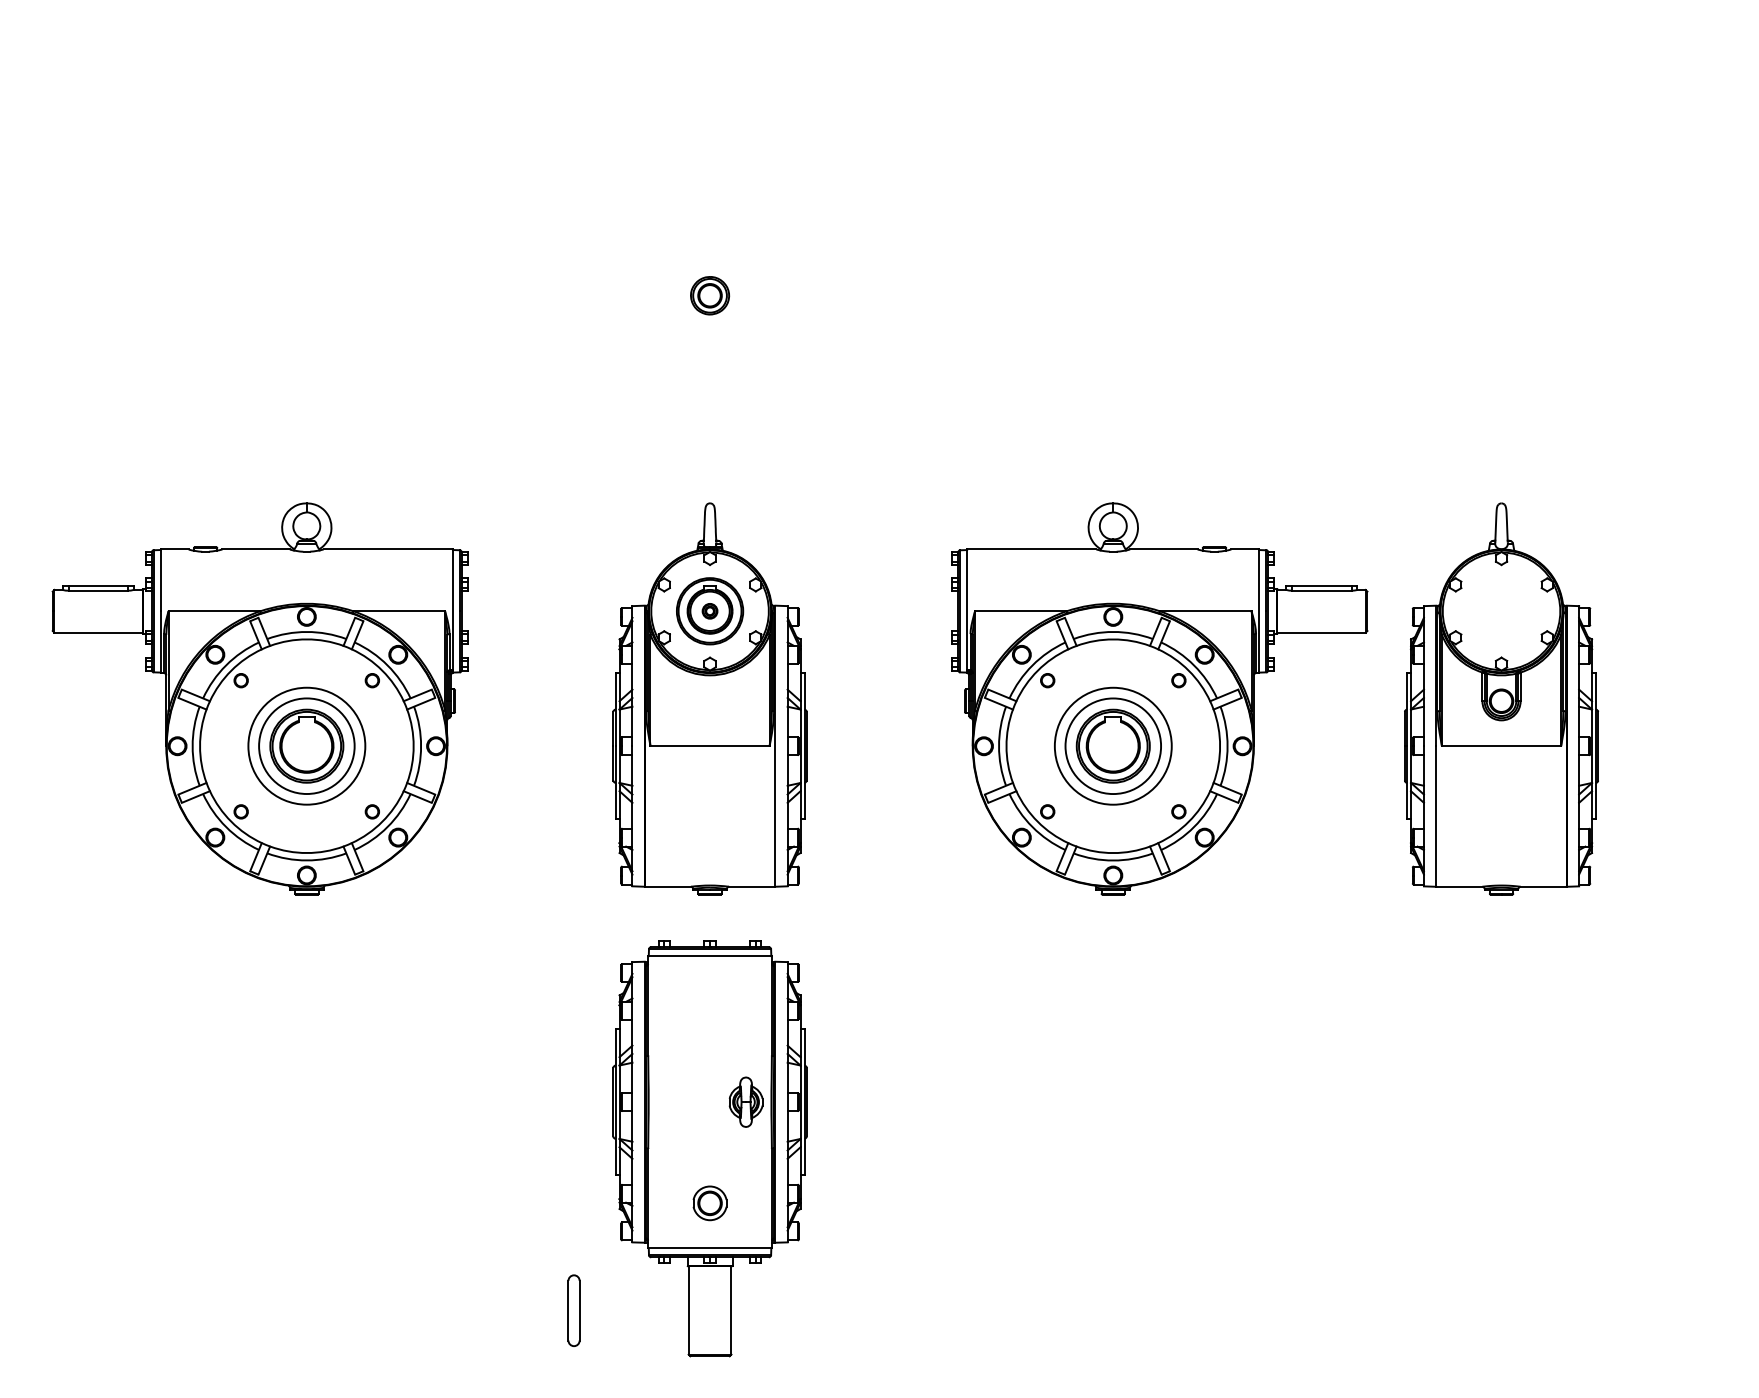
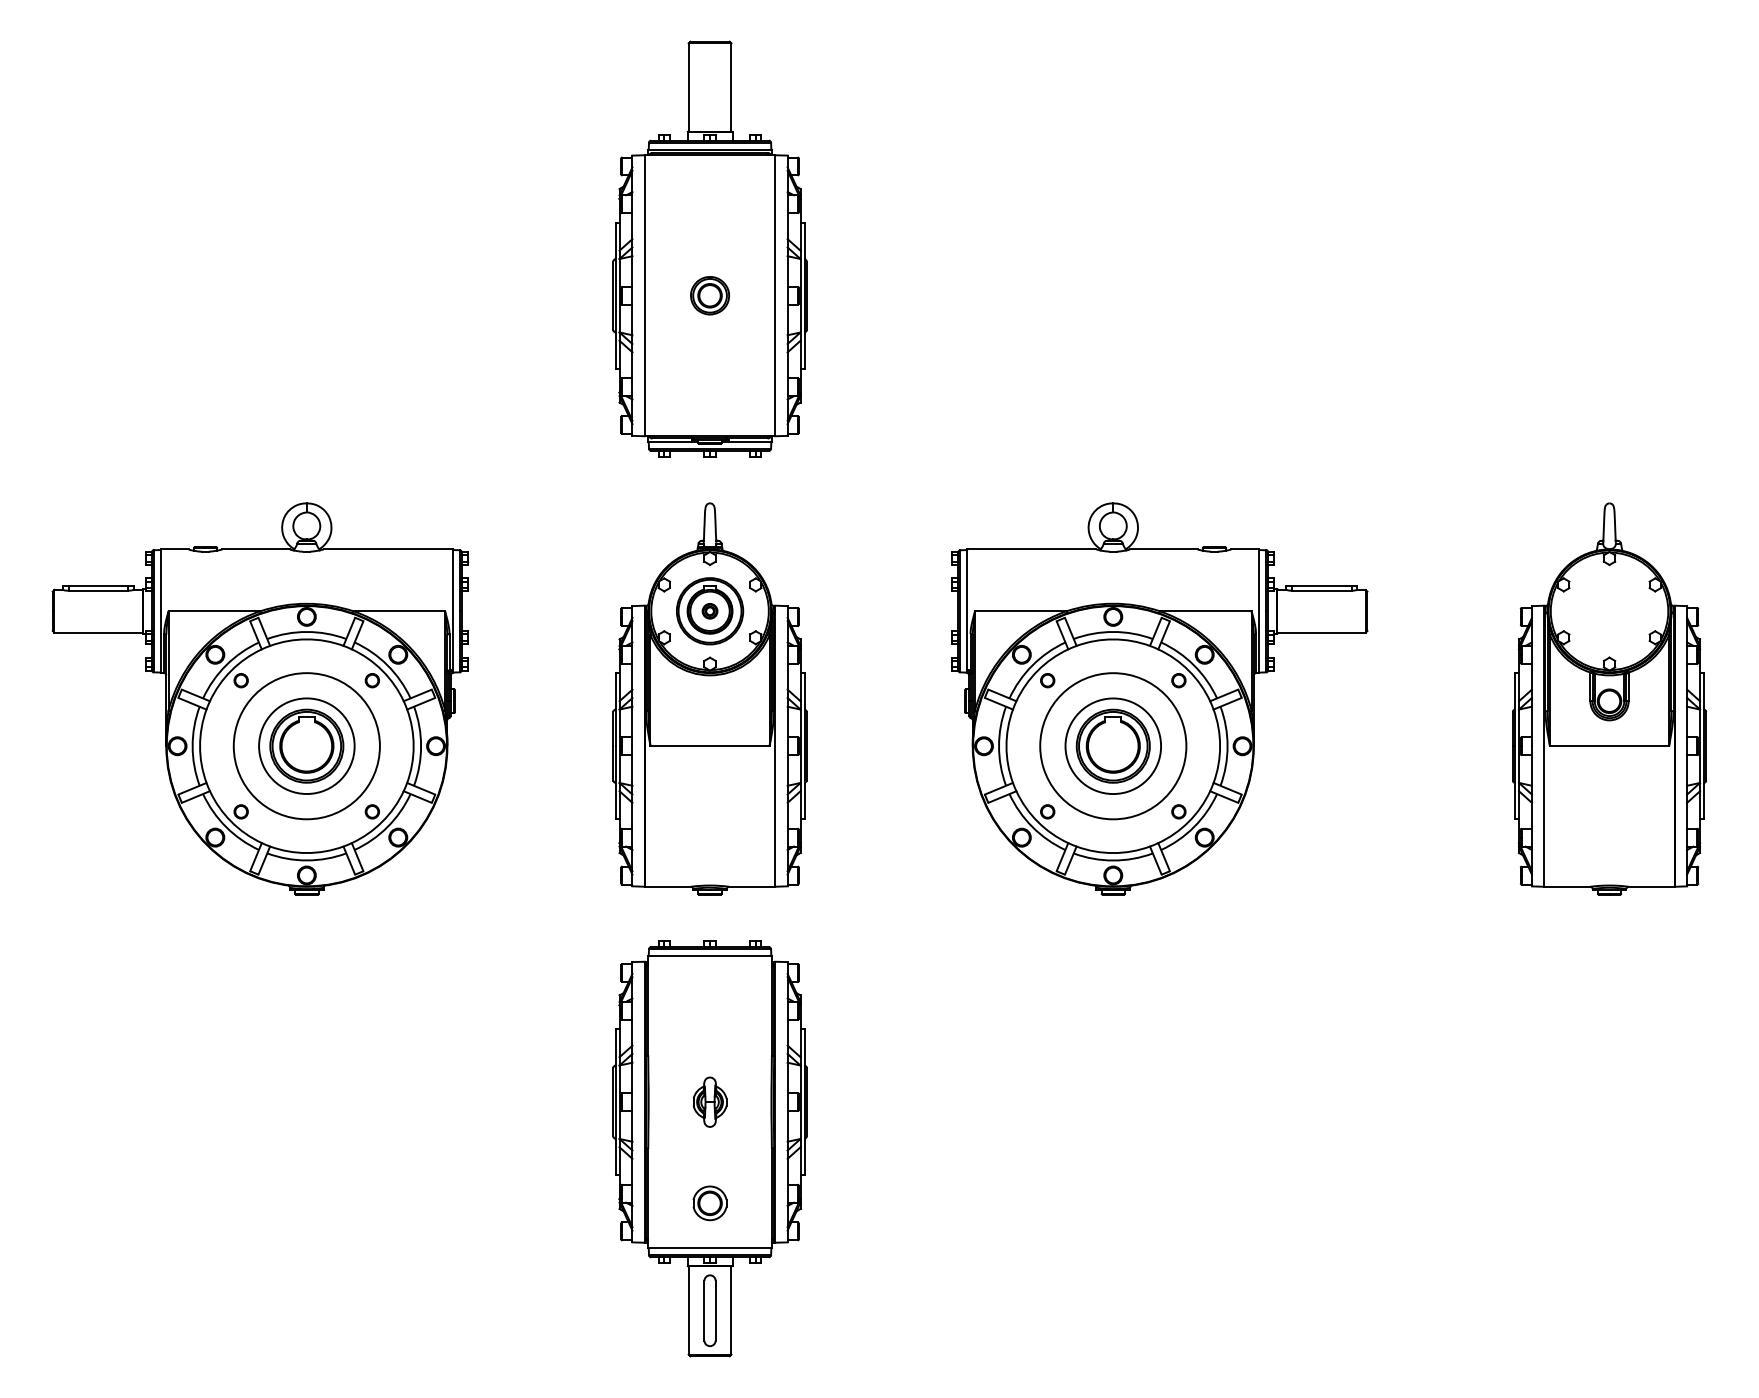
part at (709, 248): none -> present
part at (1501, 698) position: (1501, 698) -> (1609, 698)
circle at (306, 745) diameter: 117 px -> 146 px
circle at (1112, 745) diameter: 117 px -> 146 px
part at (745, 1101) position: (745, 1101) -> (709, 1101)
part at (573, 1310) position: (573, 1310) -> (709, 1310)
